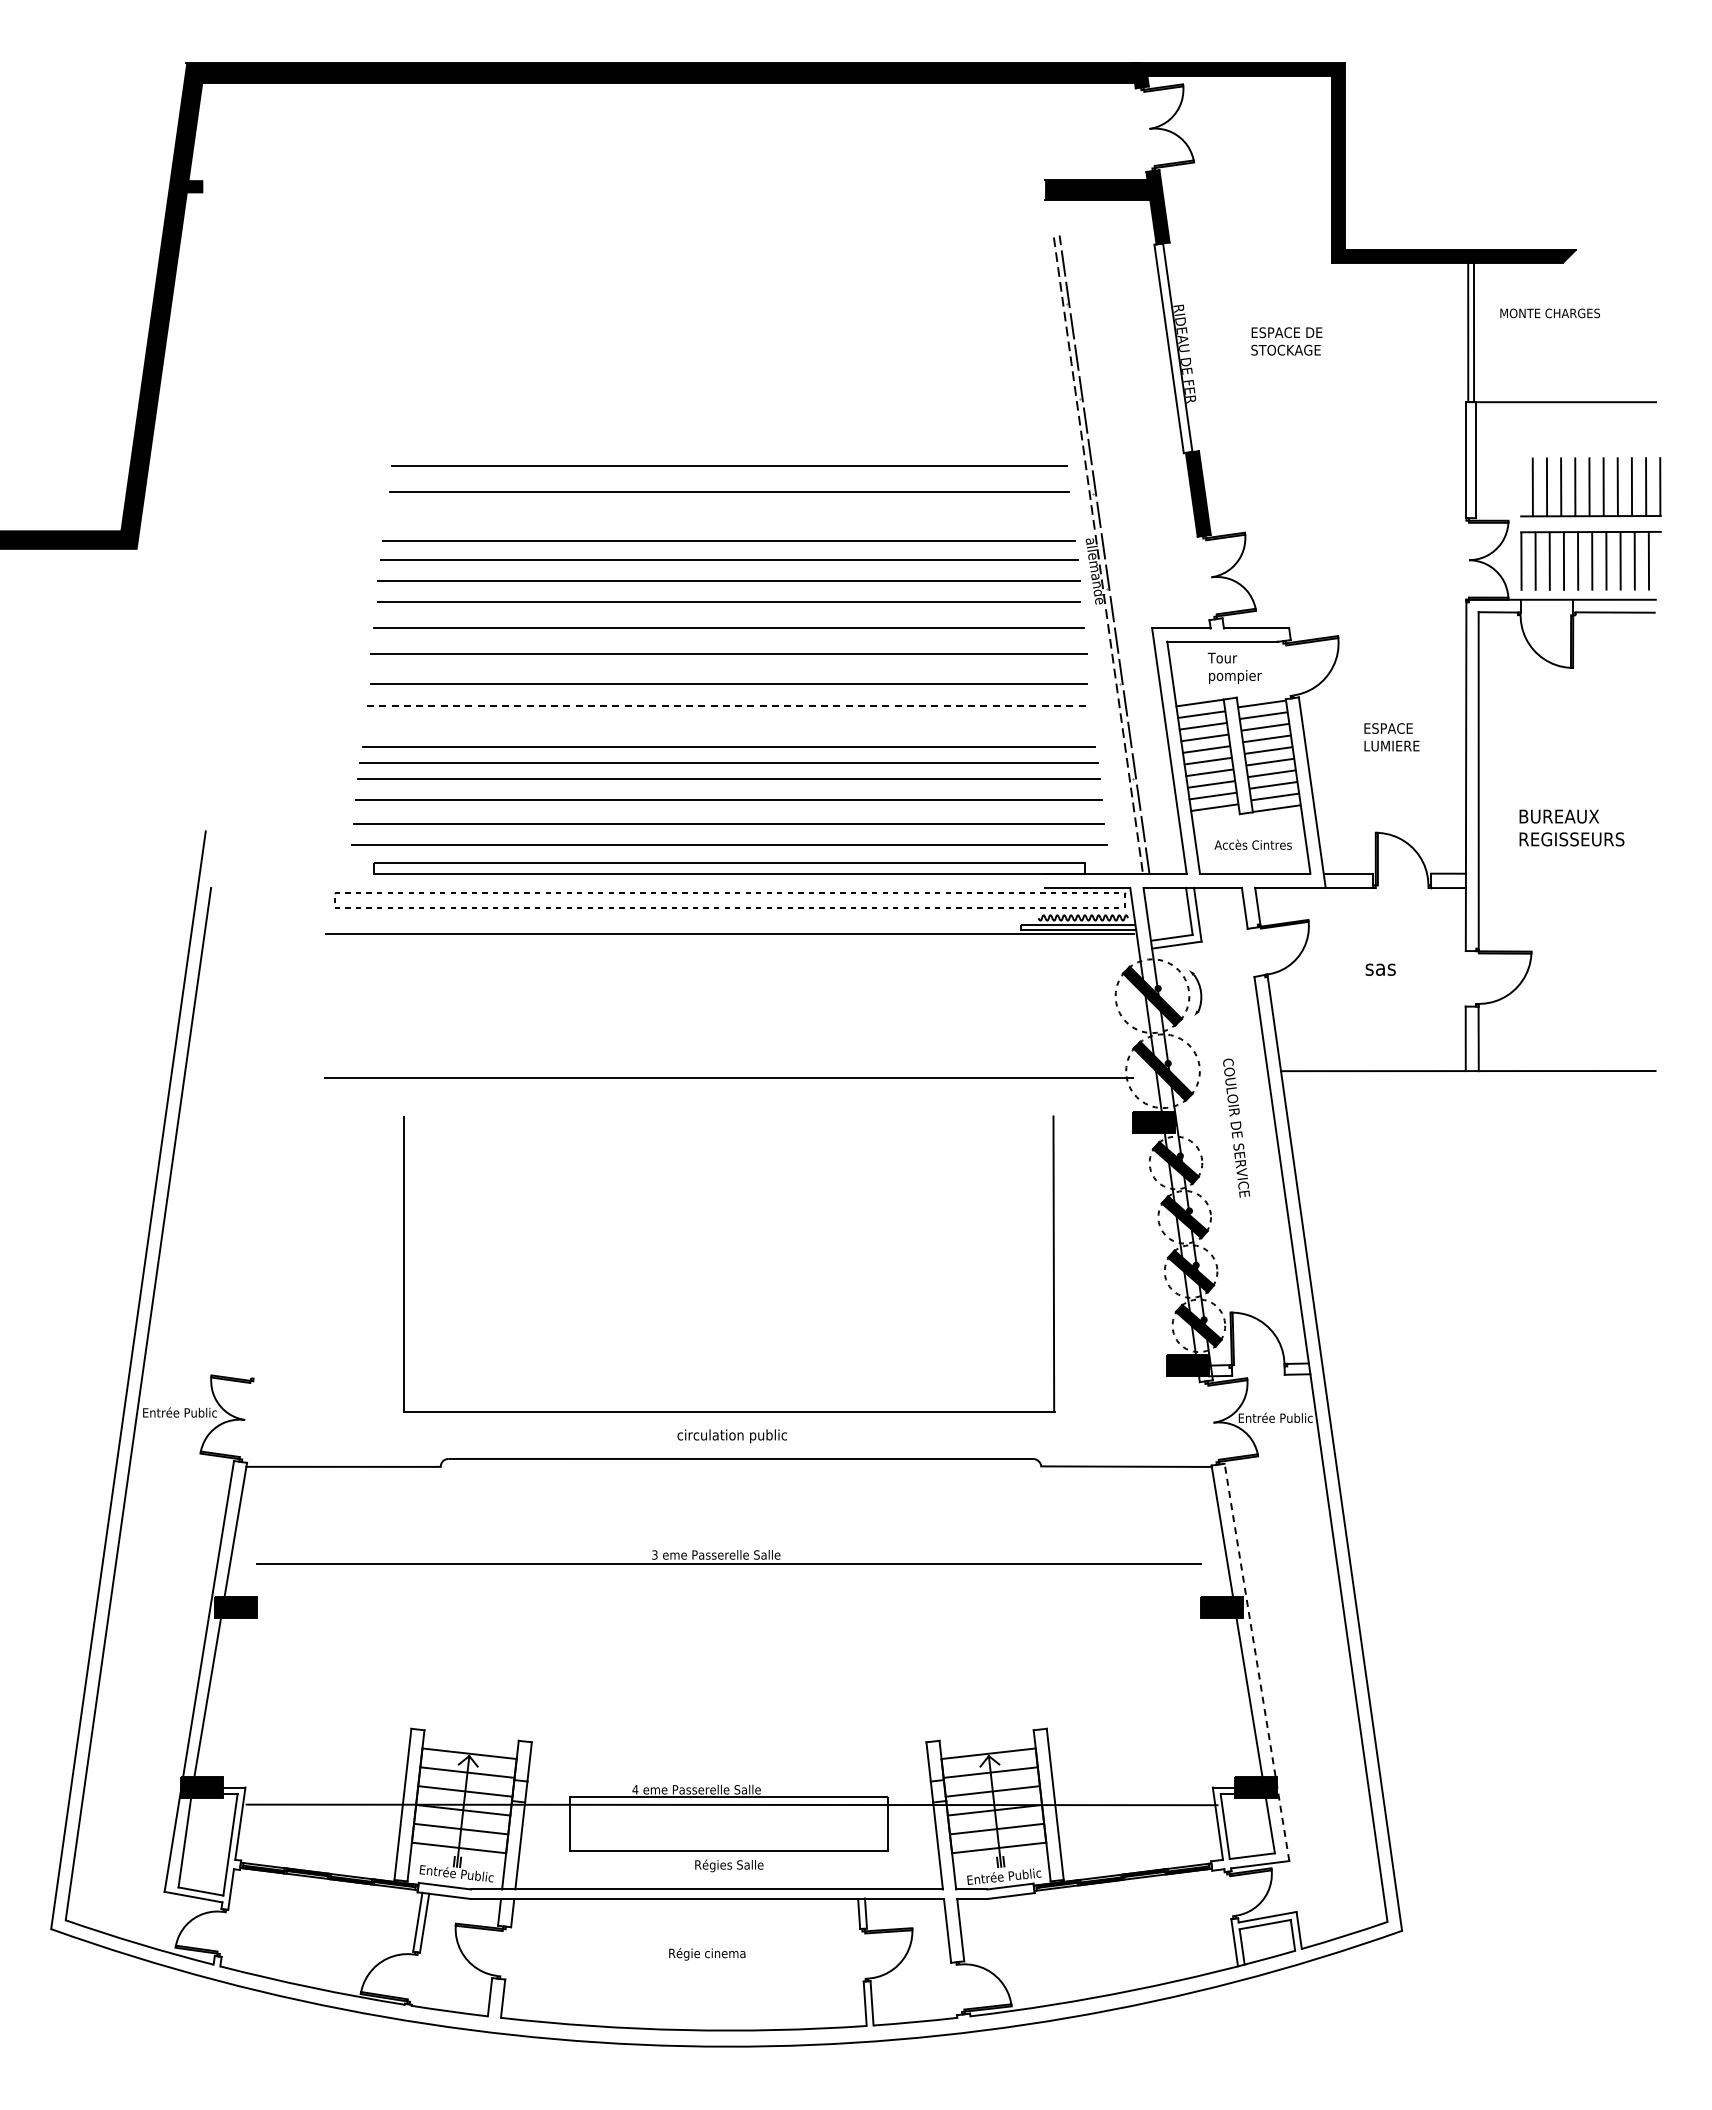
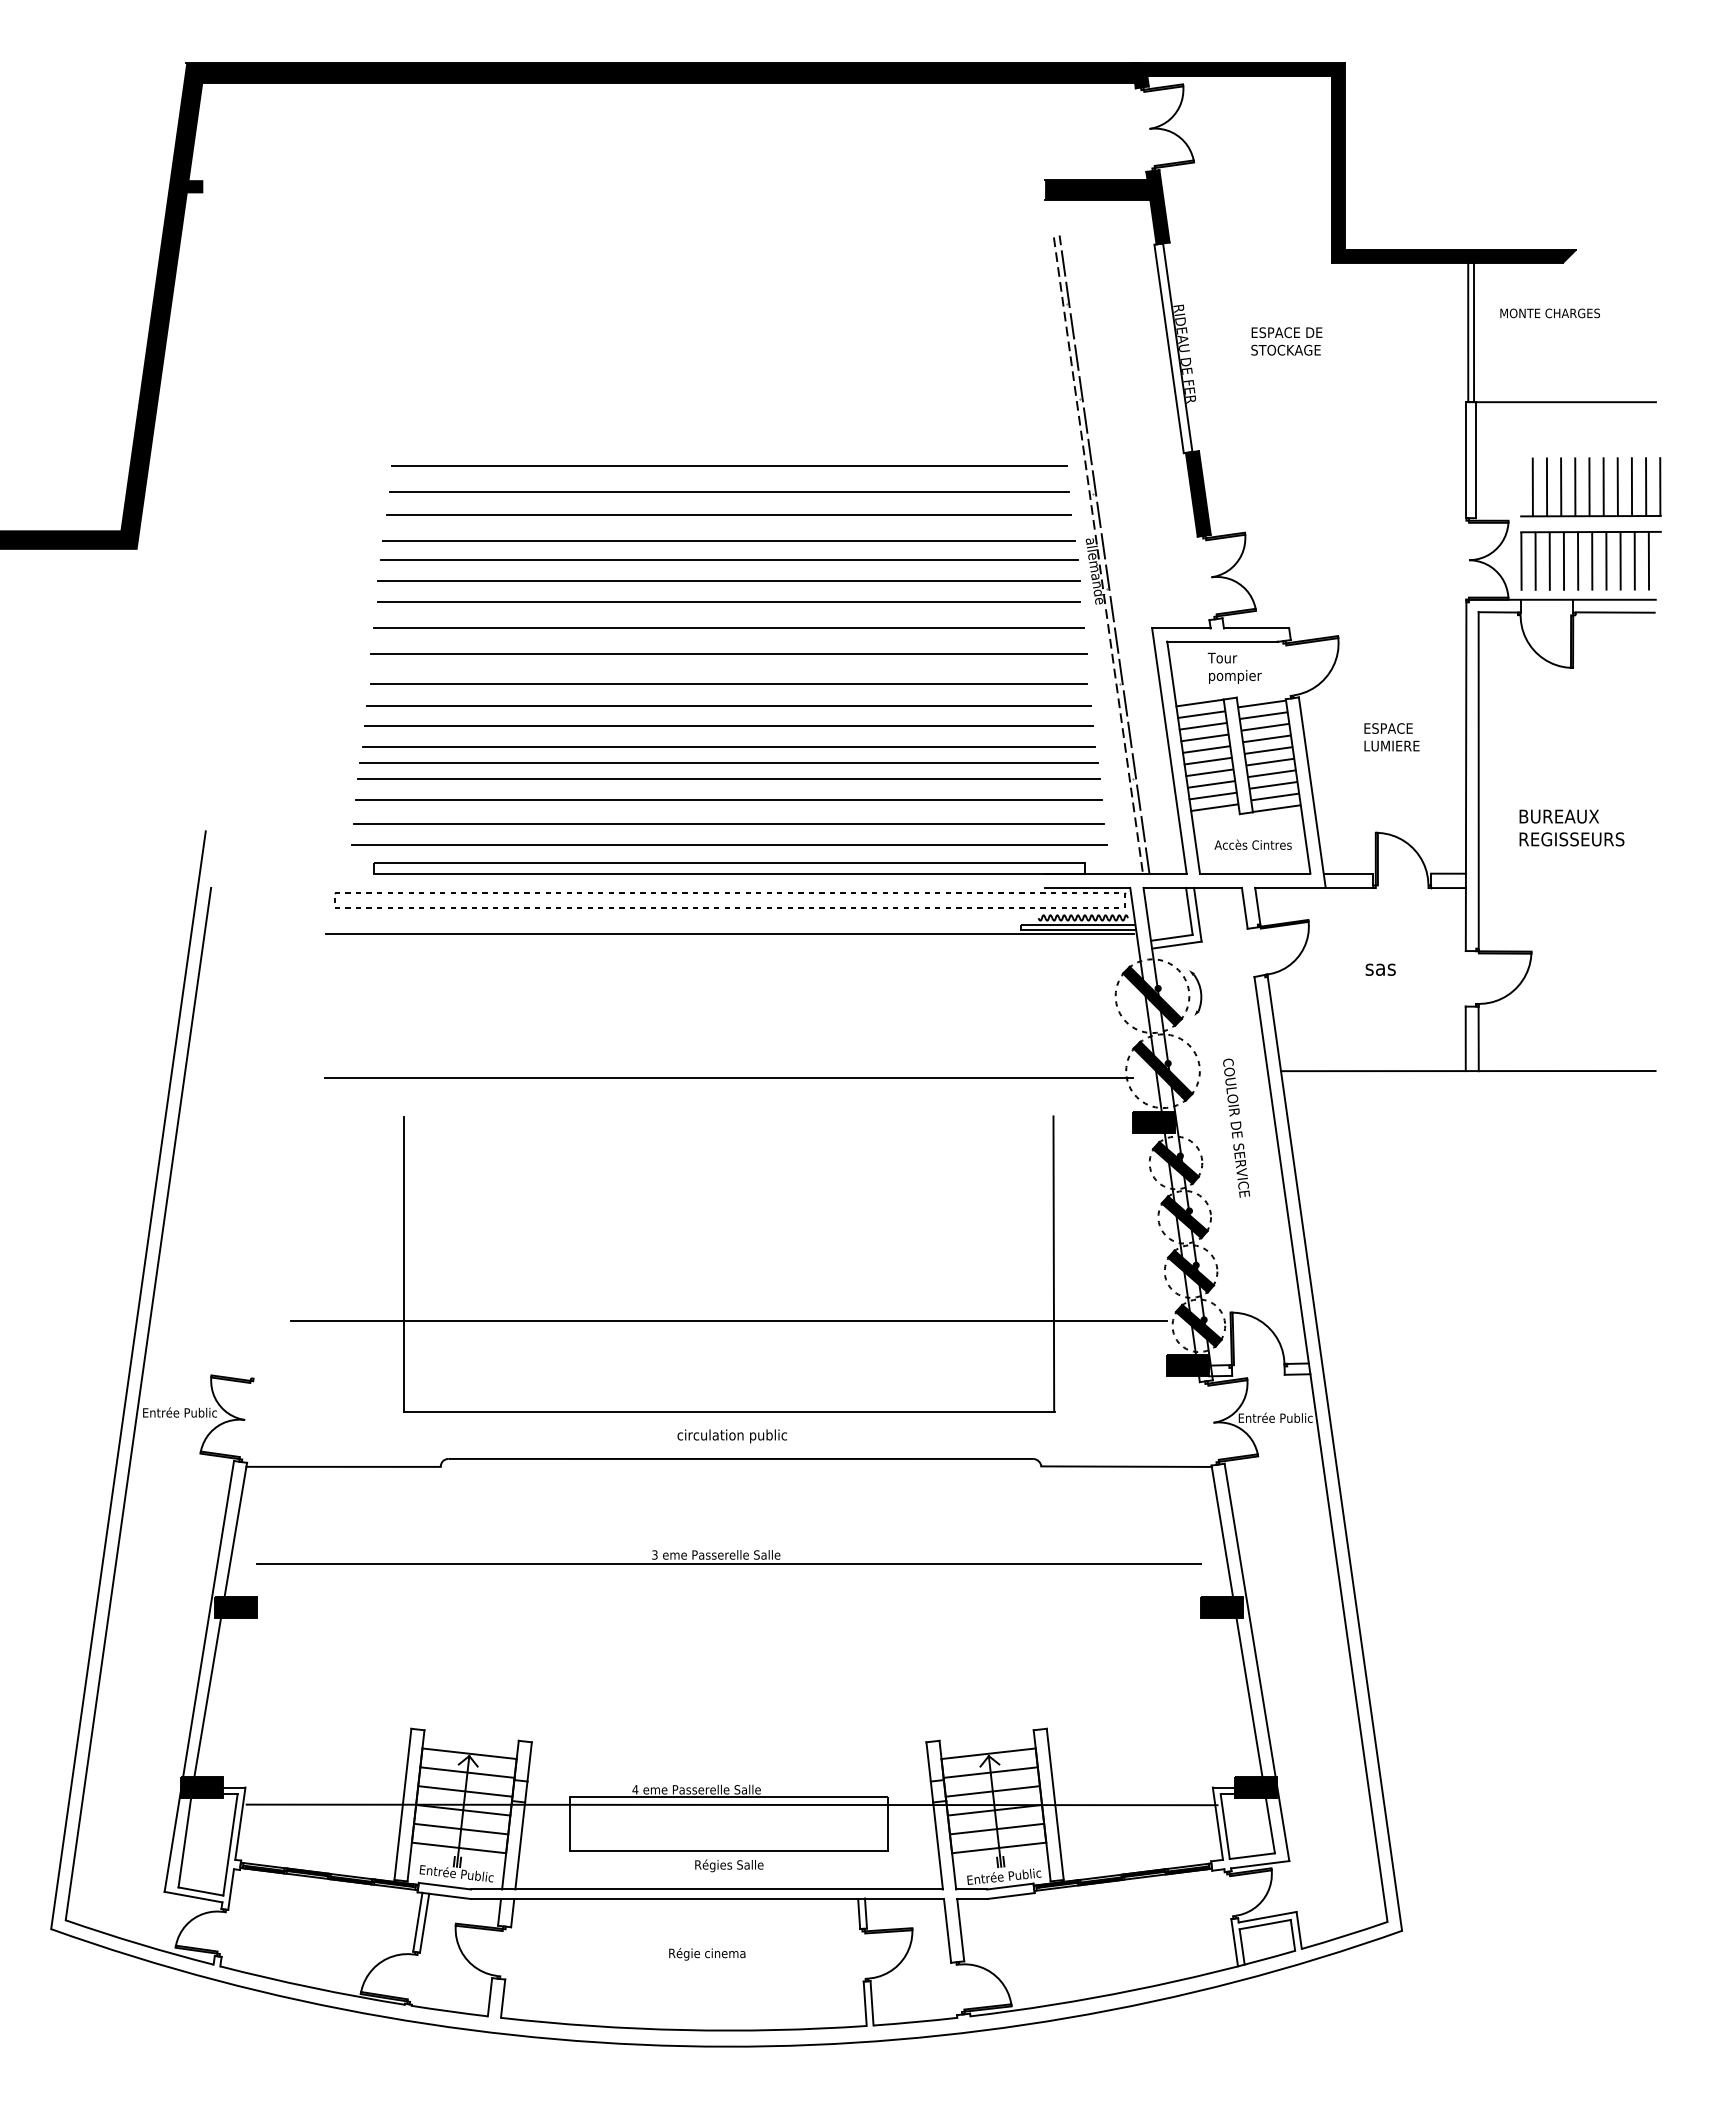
line at (728, 514): none -> present
line at (729, 705): dashed -> solid
line at (728, 725): none -> present
line at (728, 1320): none -> present
line at (1256, 1661): dashed -> solid
